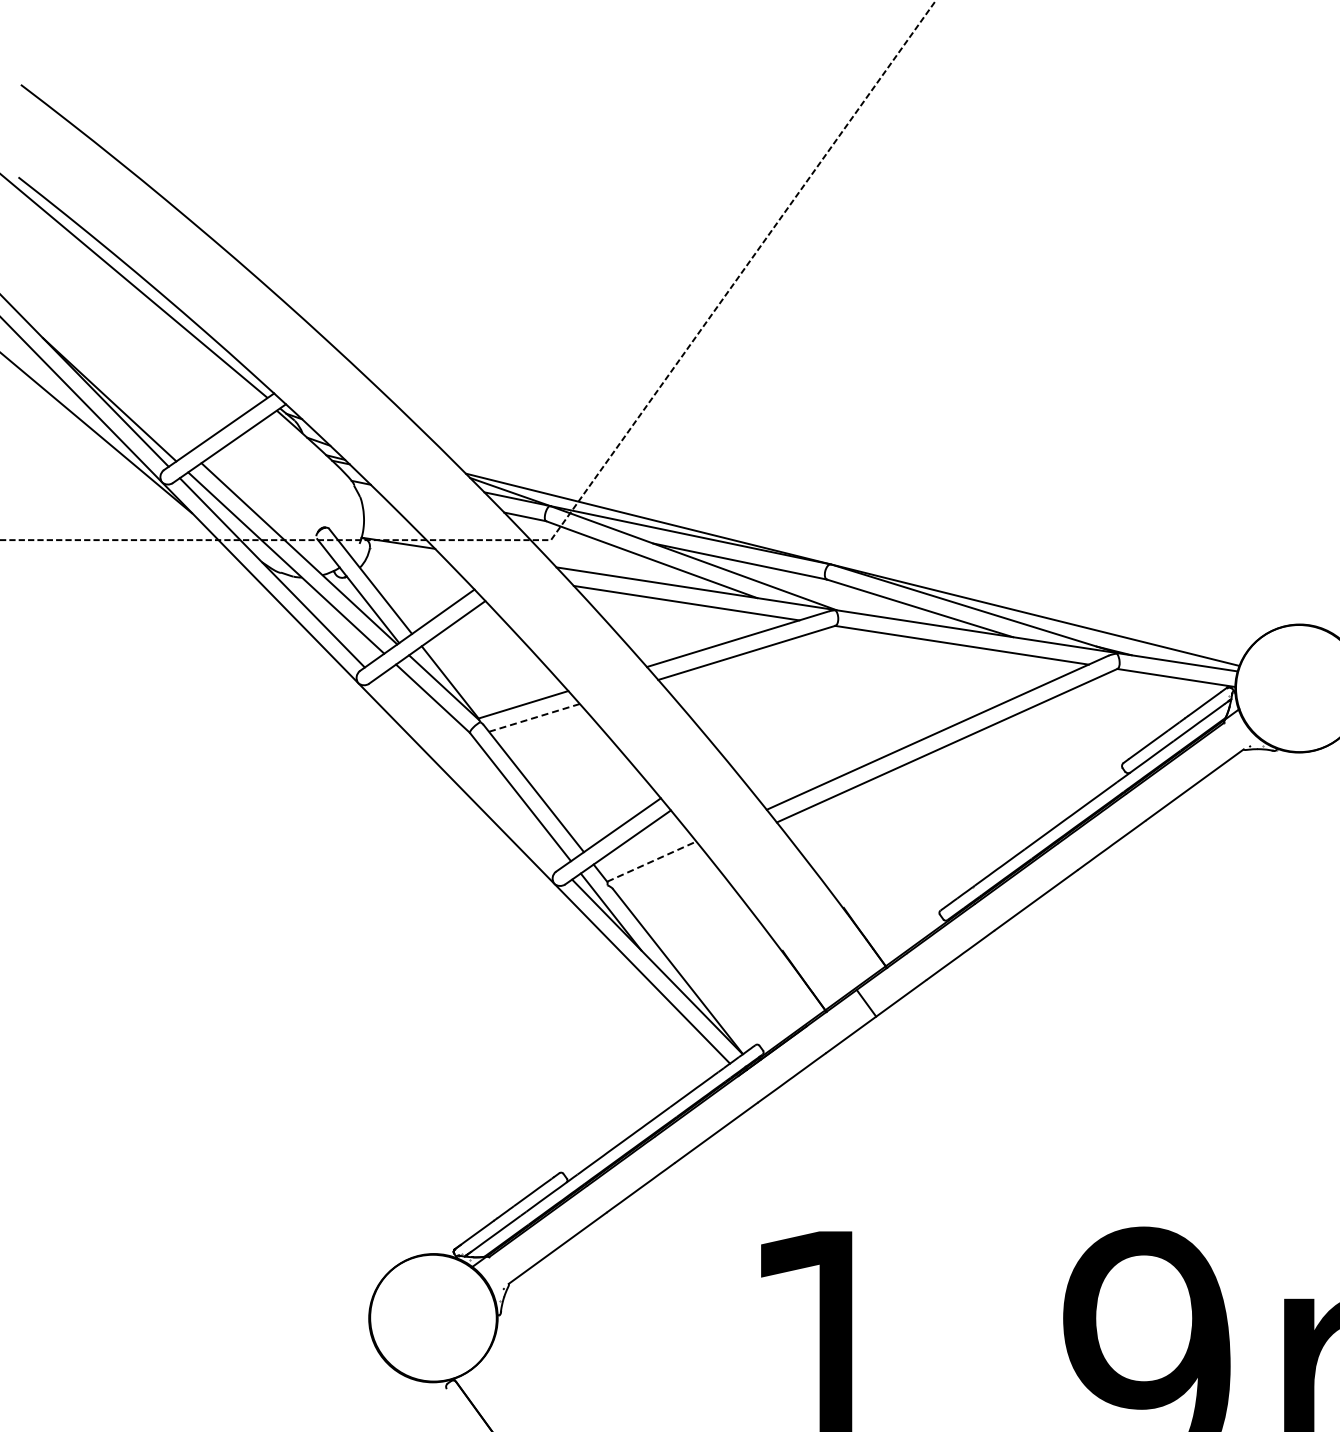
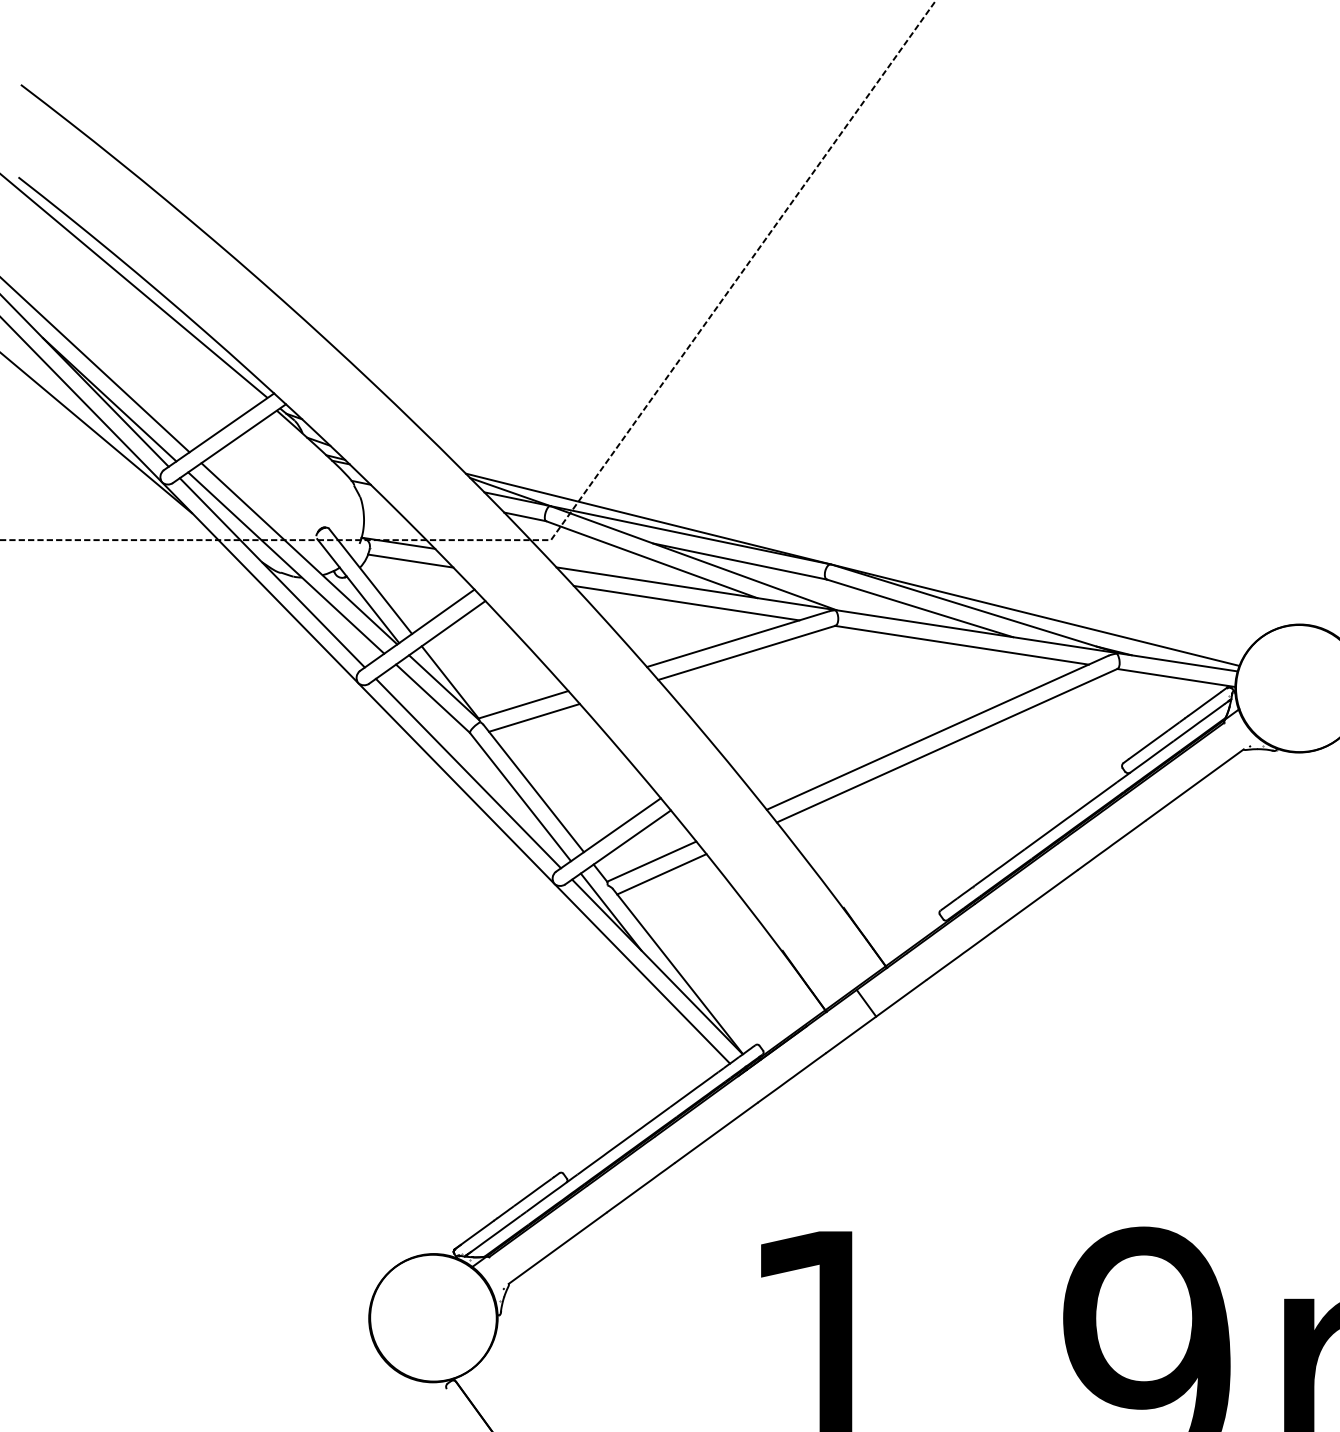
line at (95, 365): none -> present
line at (410, 560): none -> present
line at (534, 718): dashed -> solid
line at (468, 773): none -> present
line at (651, 861): dashed -> solid
line at (661, 874): none -> present
